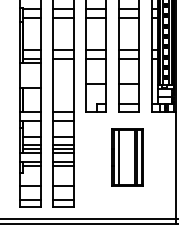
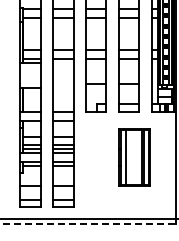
part at (127, 157) position: (127, 157) -> (134, 157)
line at (89, 223): solid -> dashed
